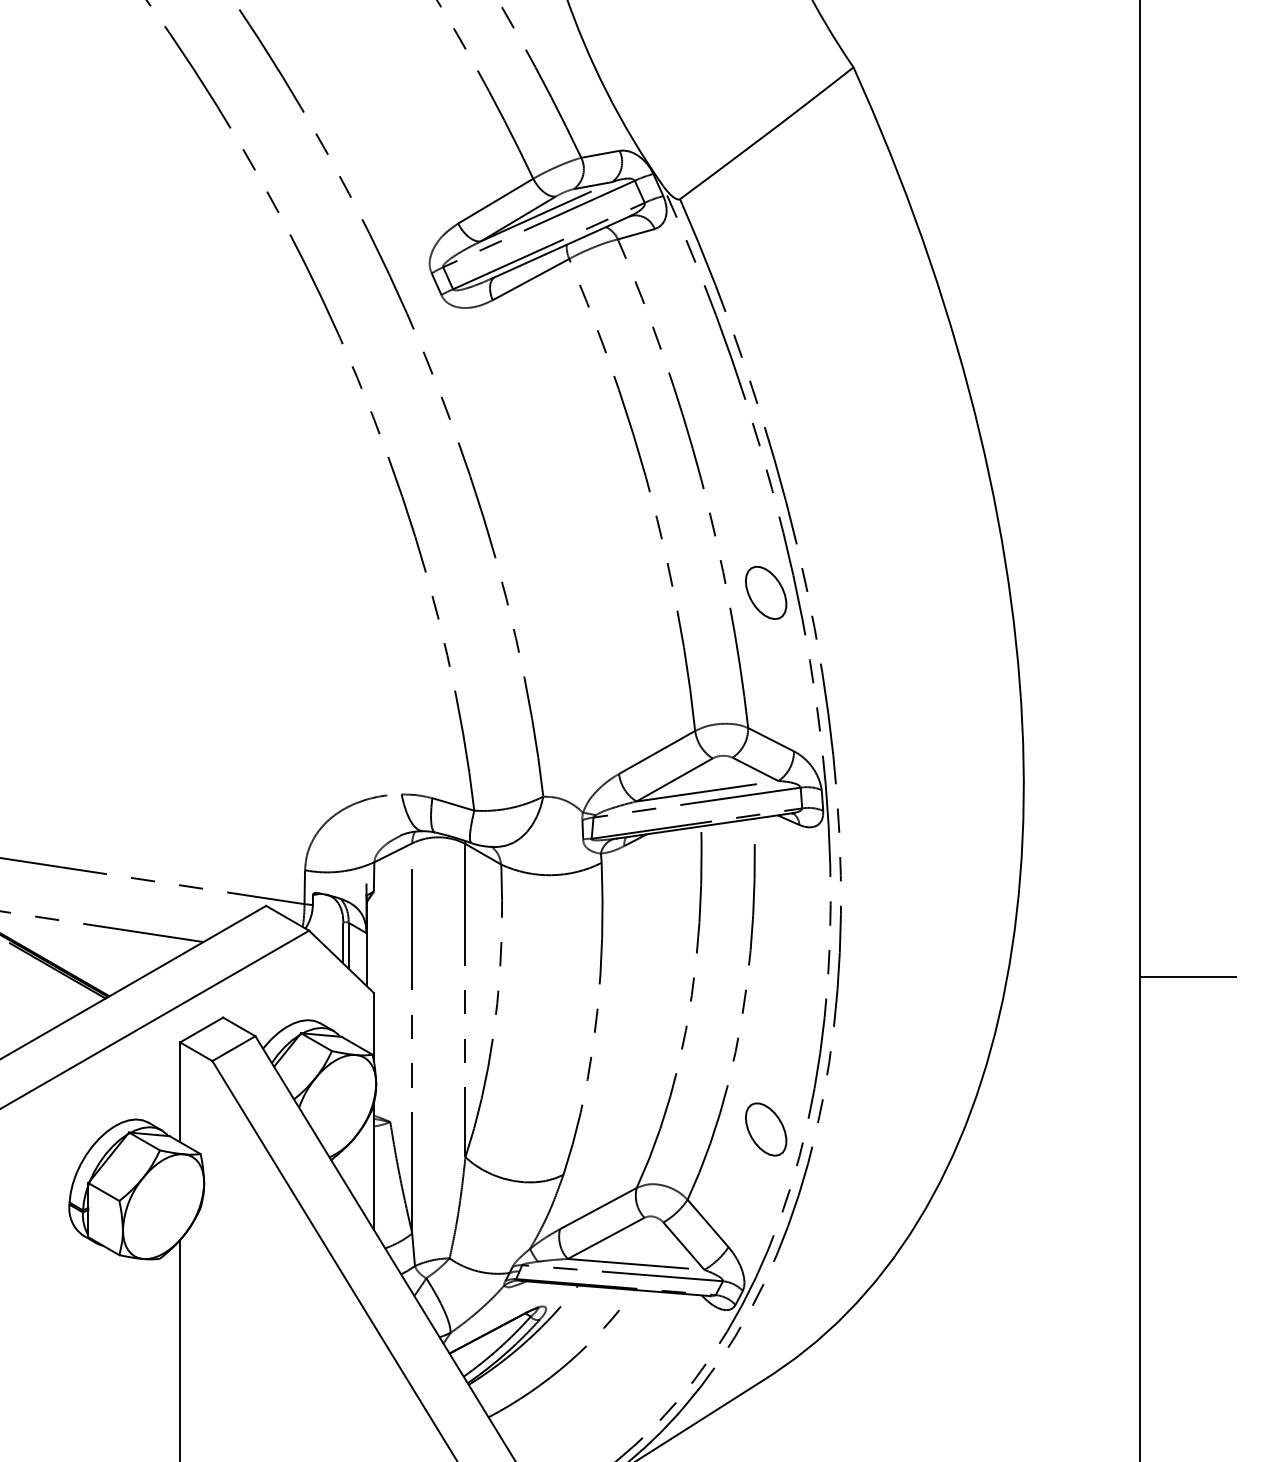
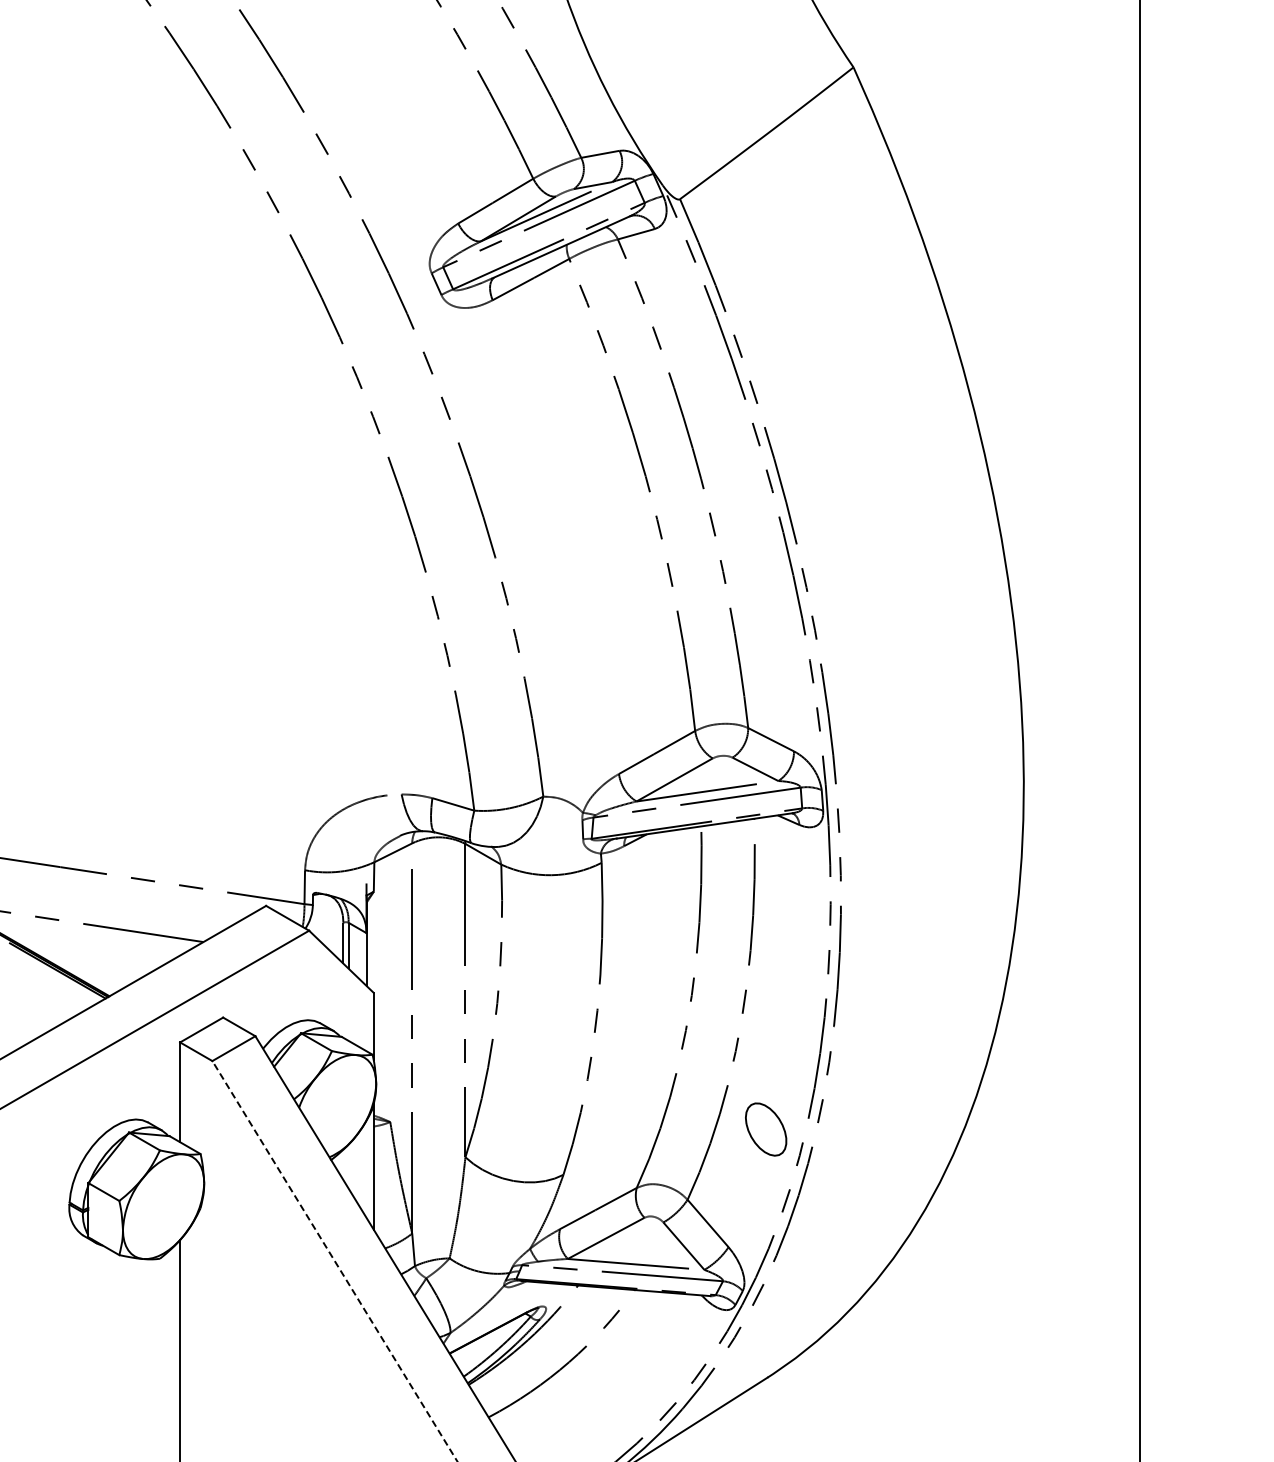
part at (766, 592): present -> none
line at (1187, 976): present -> none
line at (335, 1261): solid -> dashed
